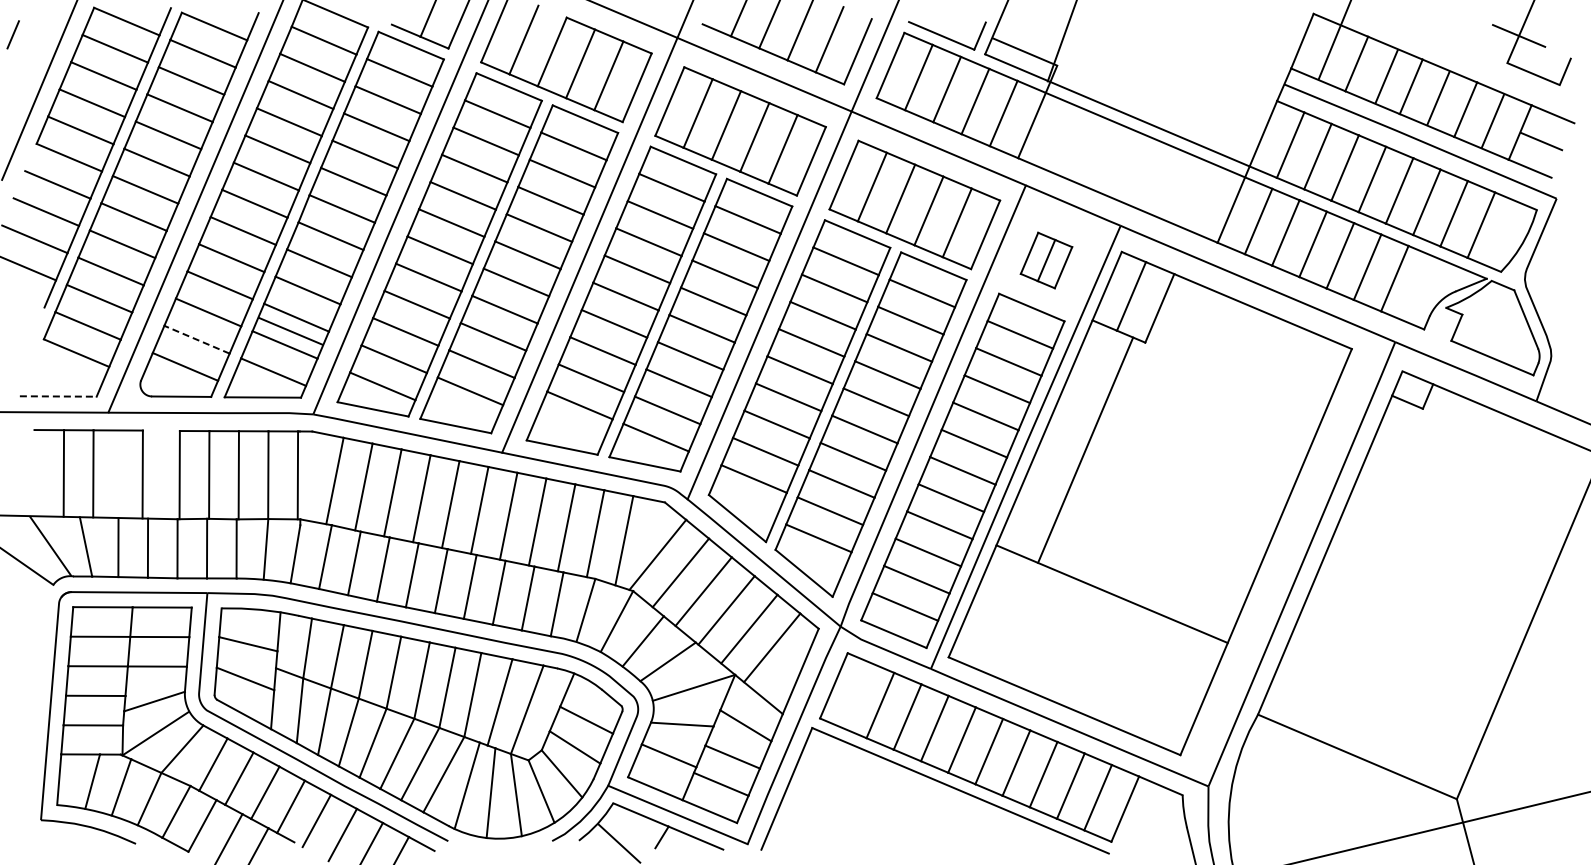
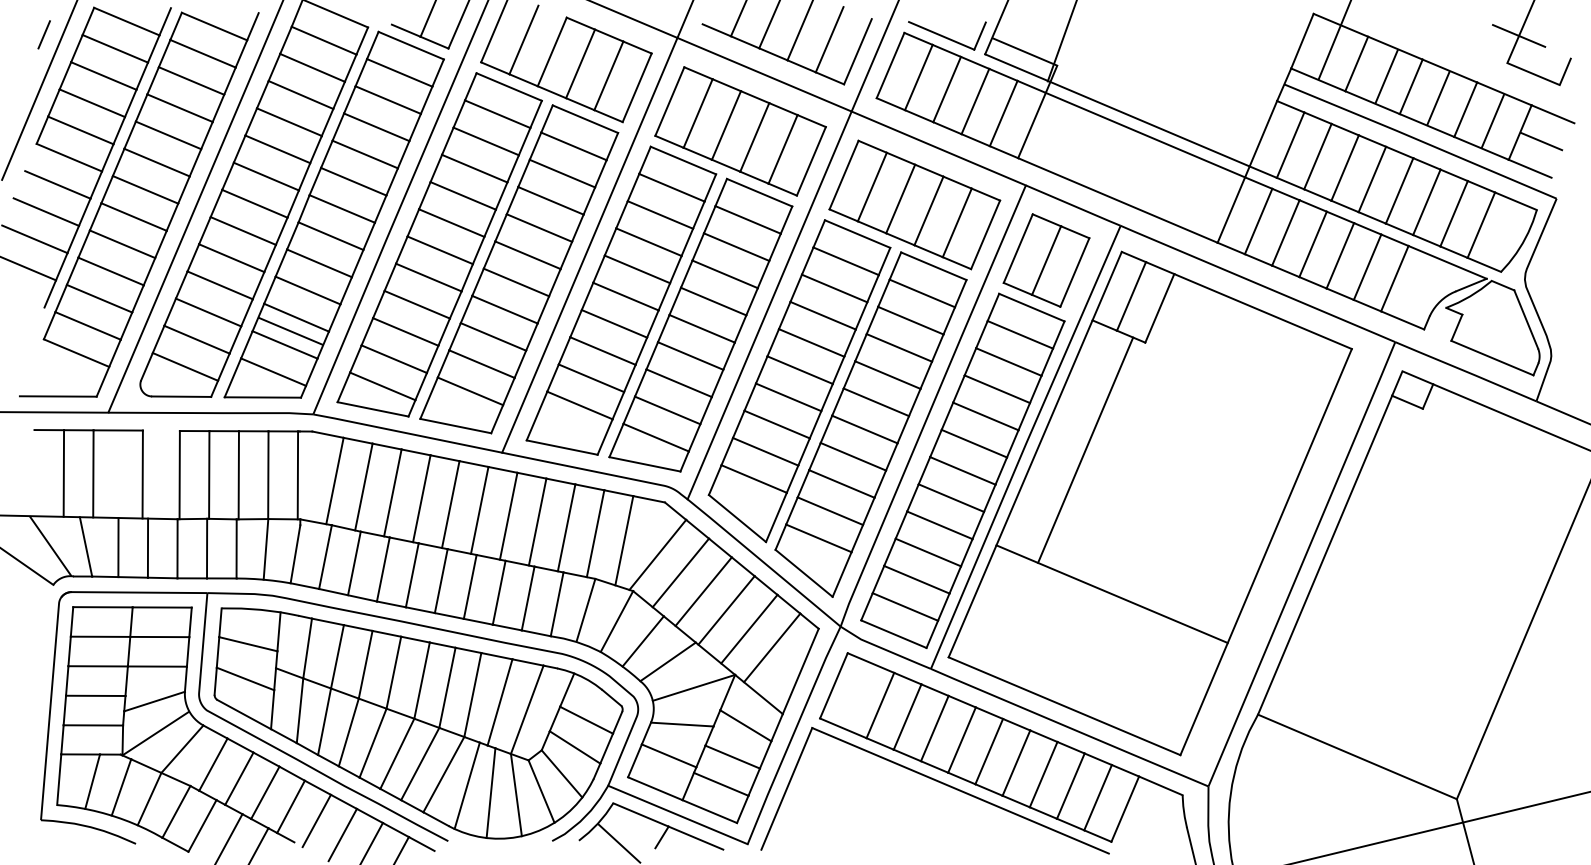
line at (12, 34) position: (12, 34) -> (43, 34)
part at (1046, 260) size: 55x59 px -> 89x95 px
line at (196, 339): dashed -> solid
line at (58, 396): dashed -> solid
